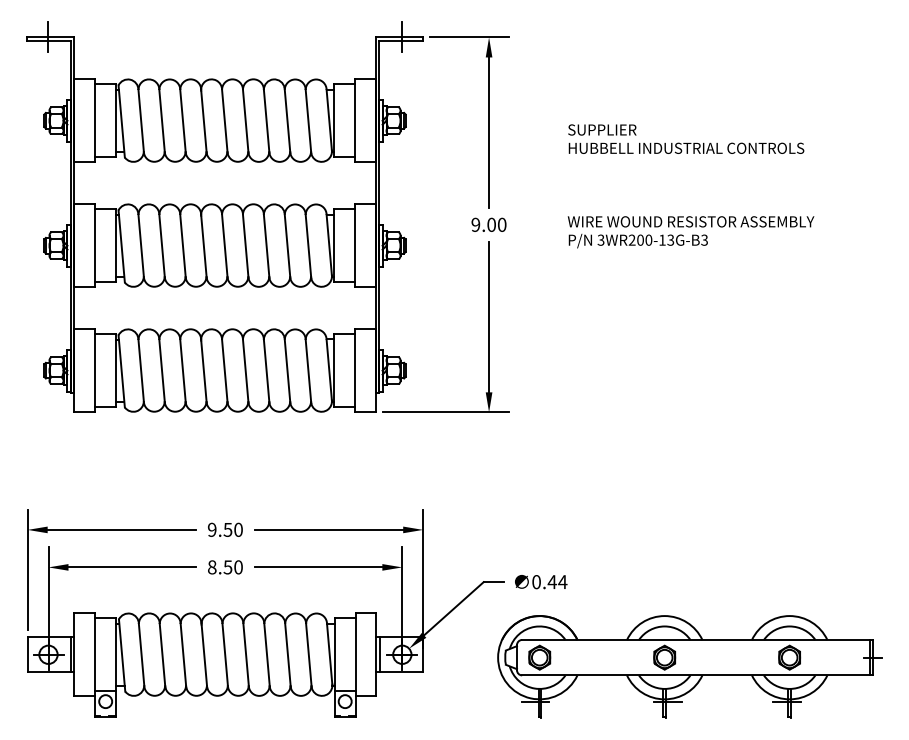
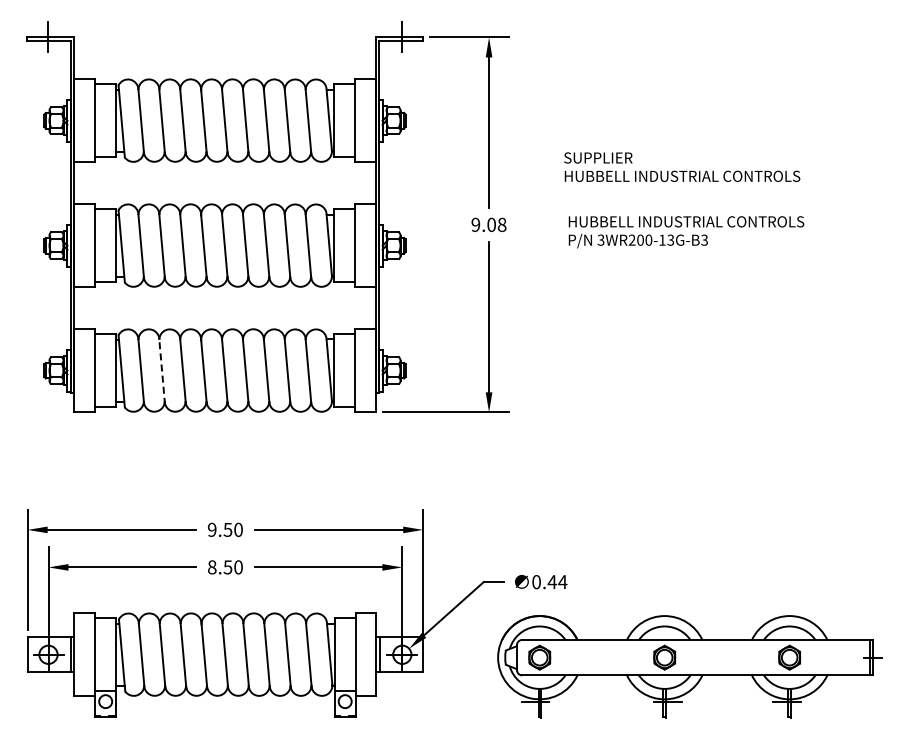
text at (686, 138) position: (686, 138) -> (682, 166)
text at (690, 221): WIRE WOUND RESISTOR ASSEMBLY -> HUBBELL INDUSTRIAL CONTROLS
text at (501, 224): 9.00 -> 9.08
line at (162, 372): solid -> dashed
